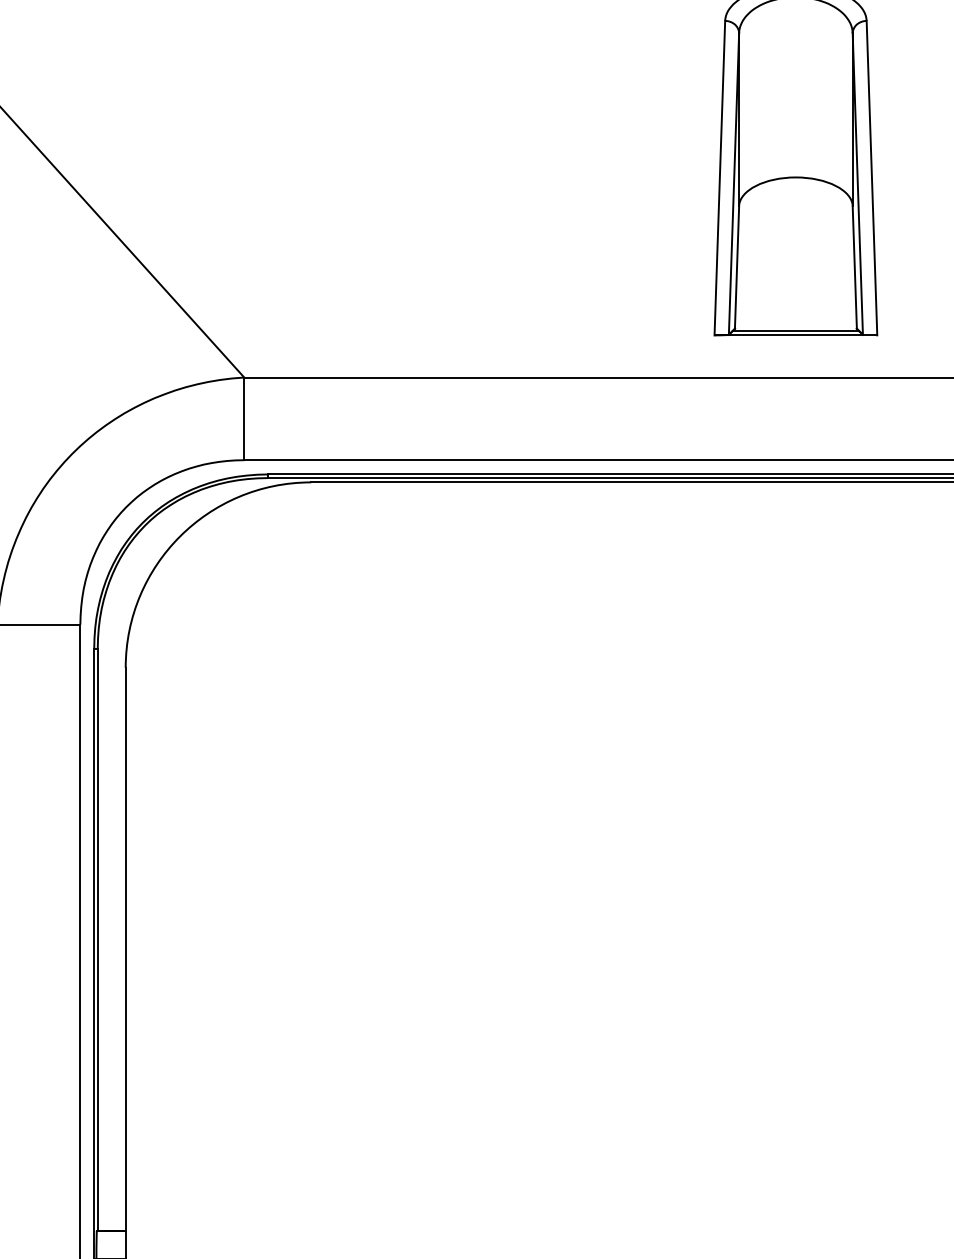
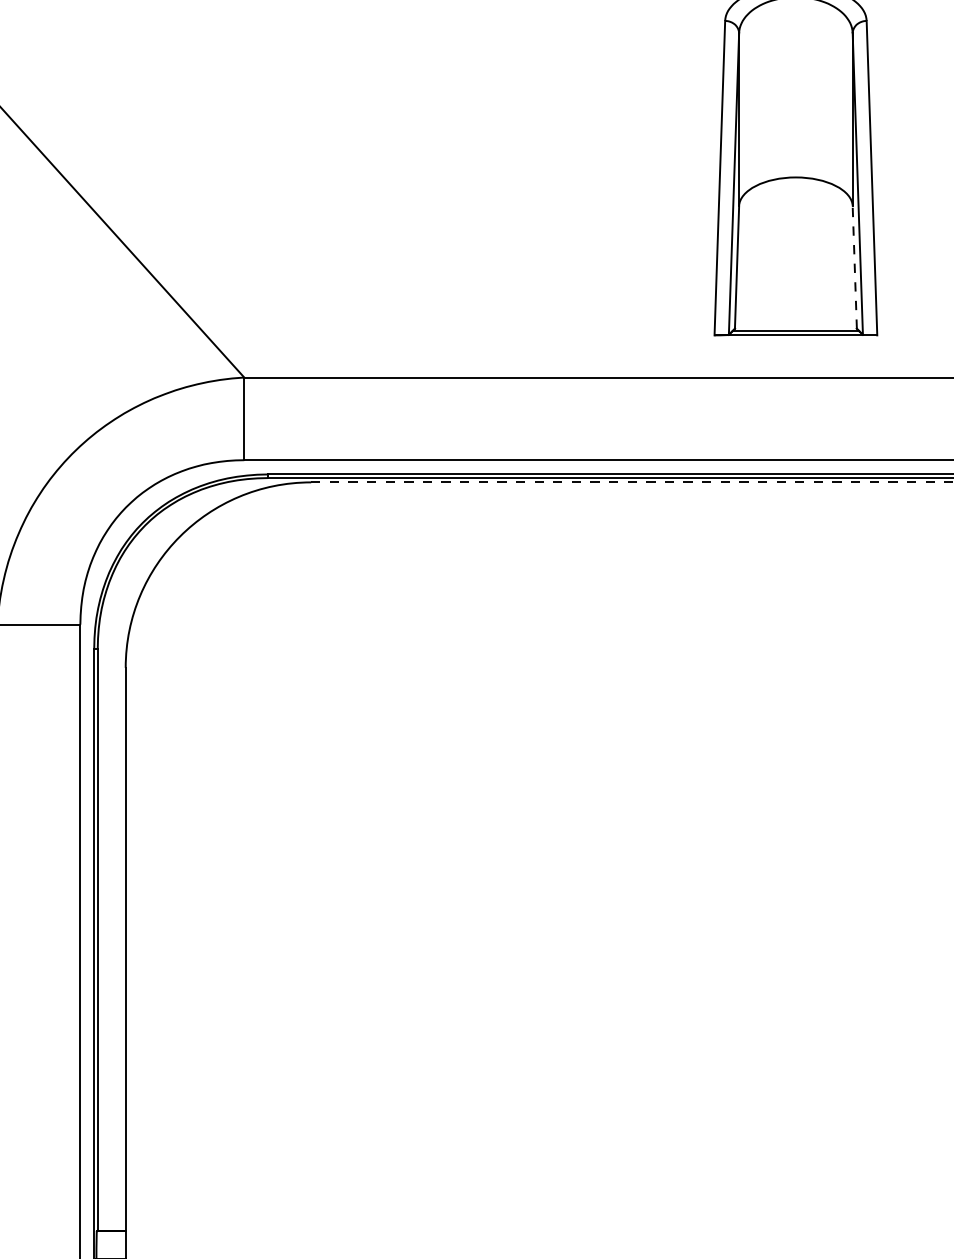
line at (854, 267): solid -> dashed
line at (632, 482): solid -> dashed
